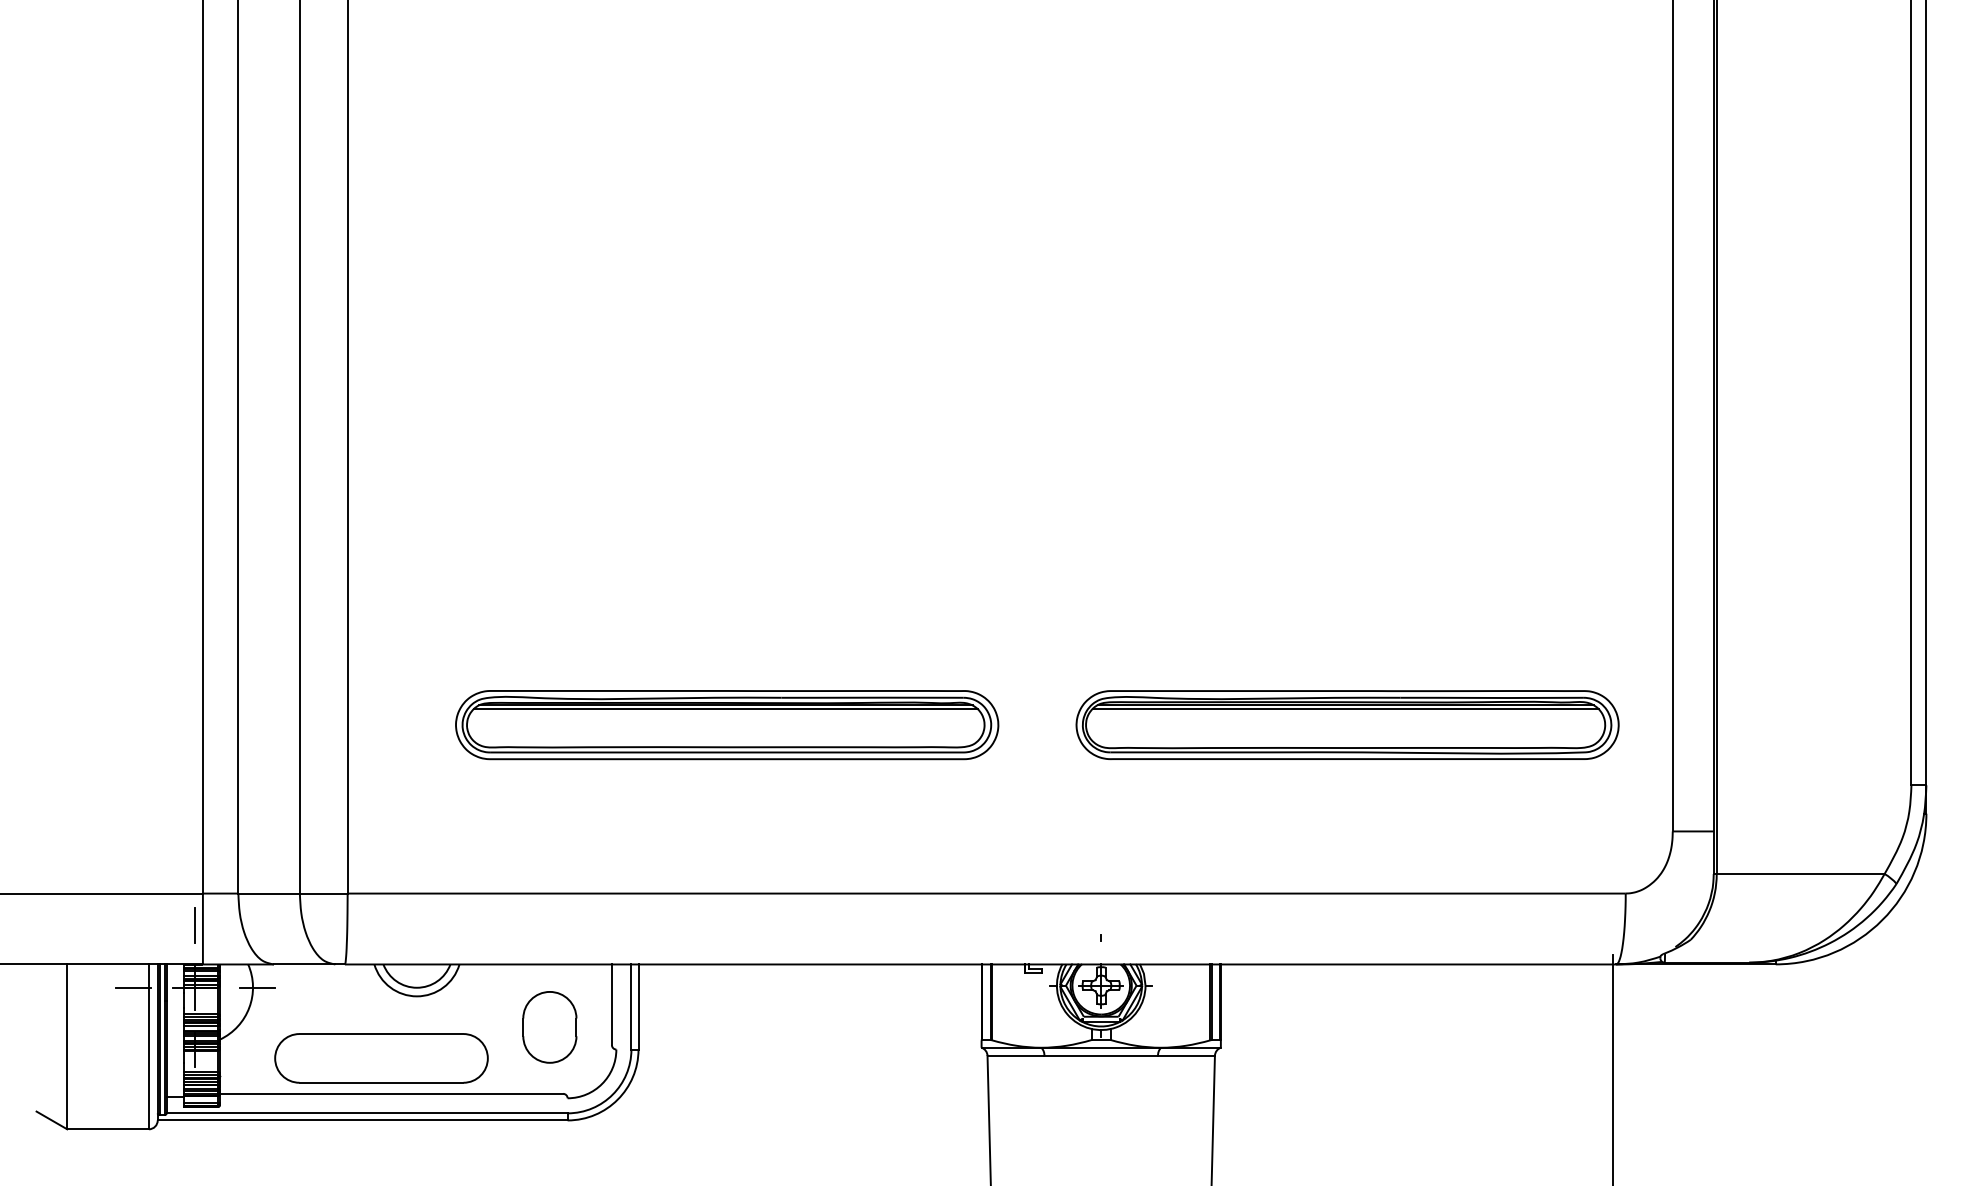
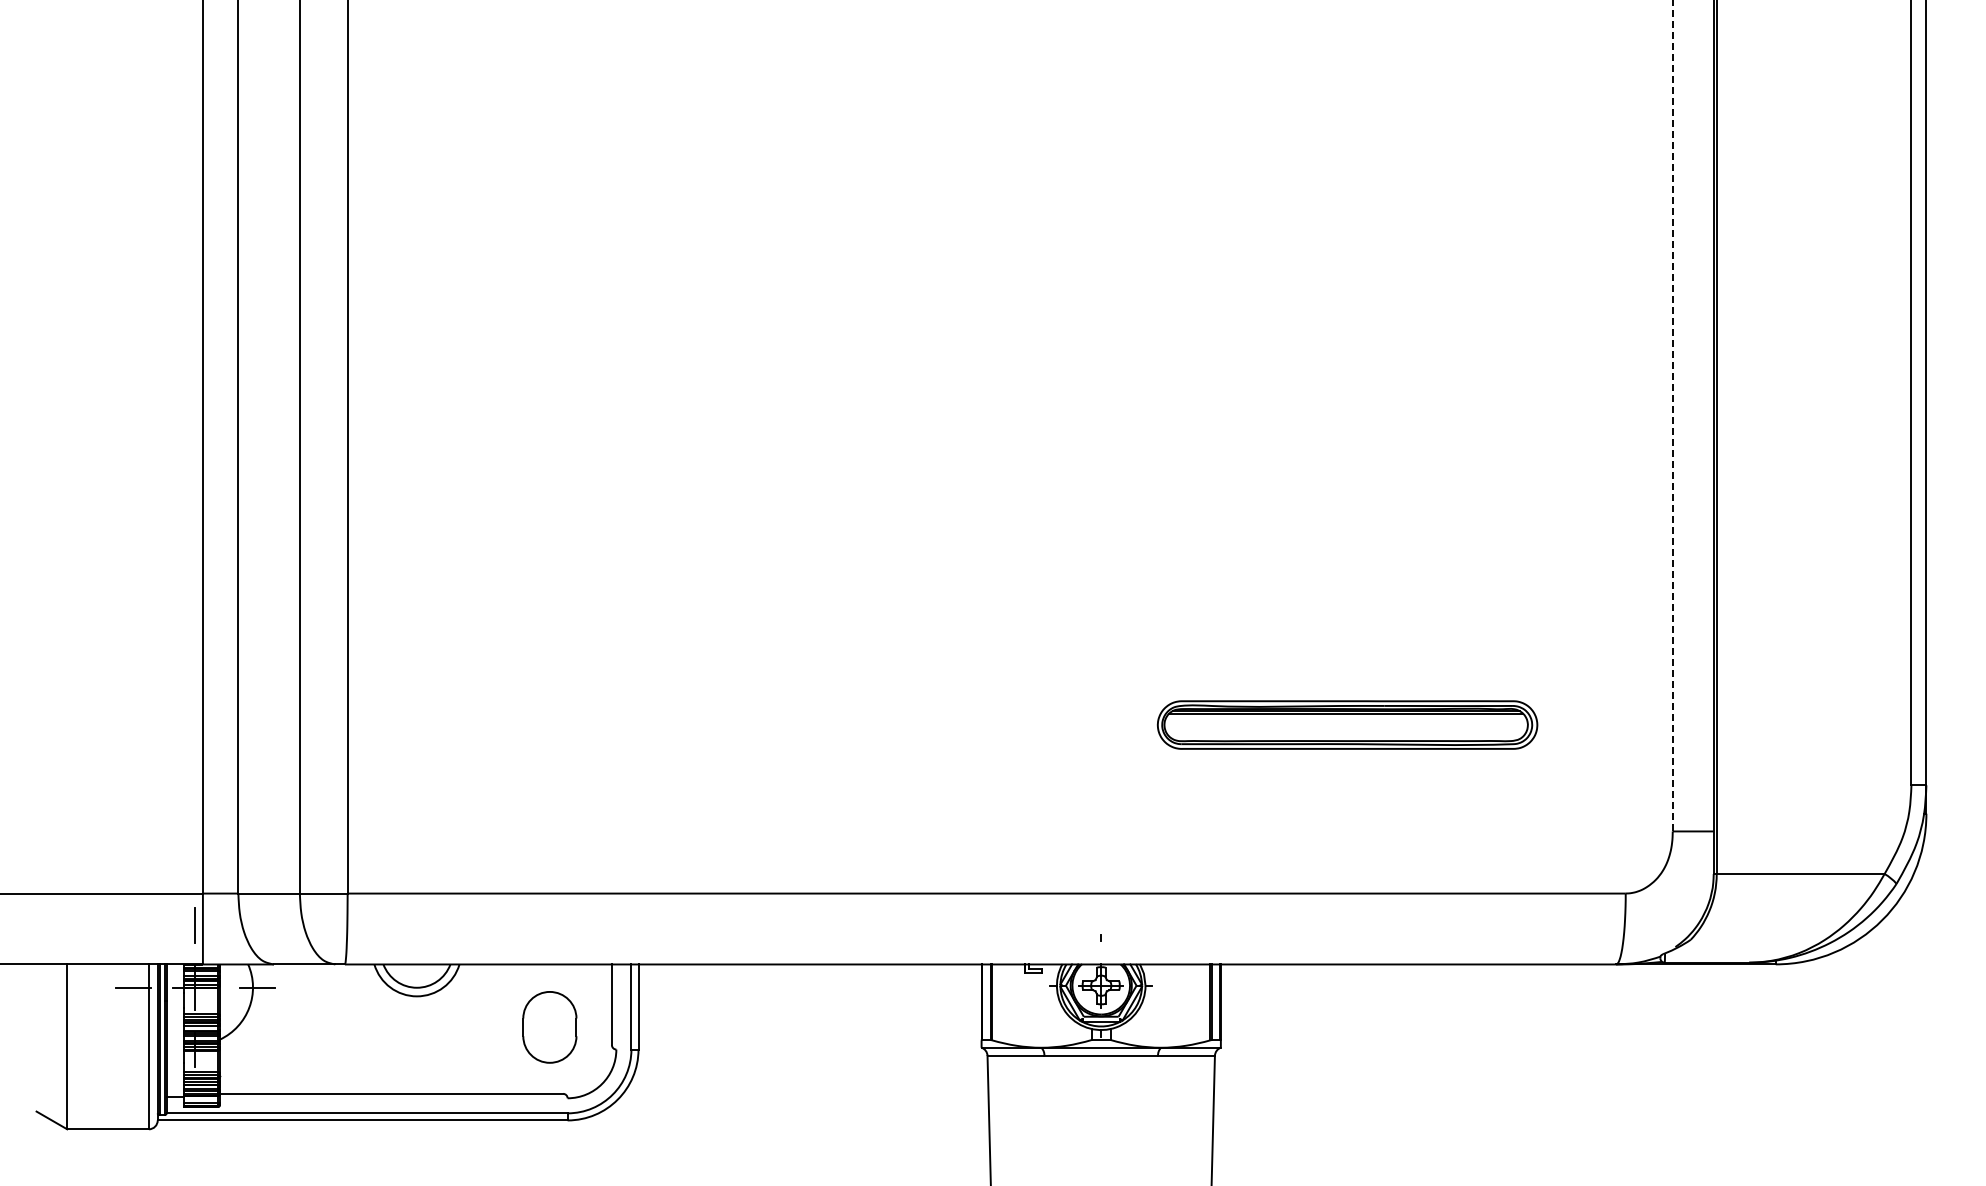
line at (1672, 415): solid -> dashed
part at (1347, 724) size: 545x70 px -> 383x50 px
part at (727, 725): present -> none
part at (381, 1058): present -> none
line at (1613, 1068): present -> none
